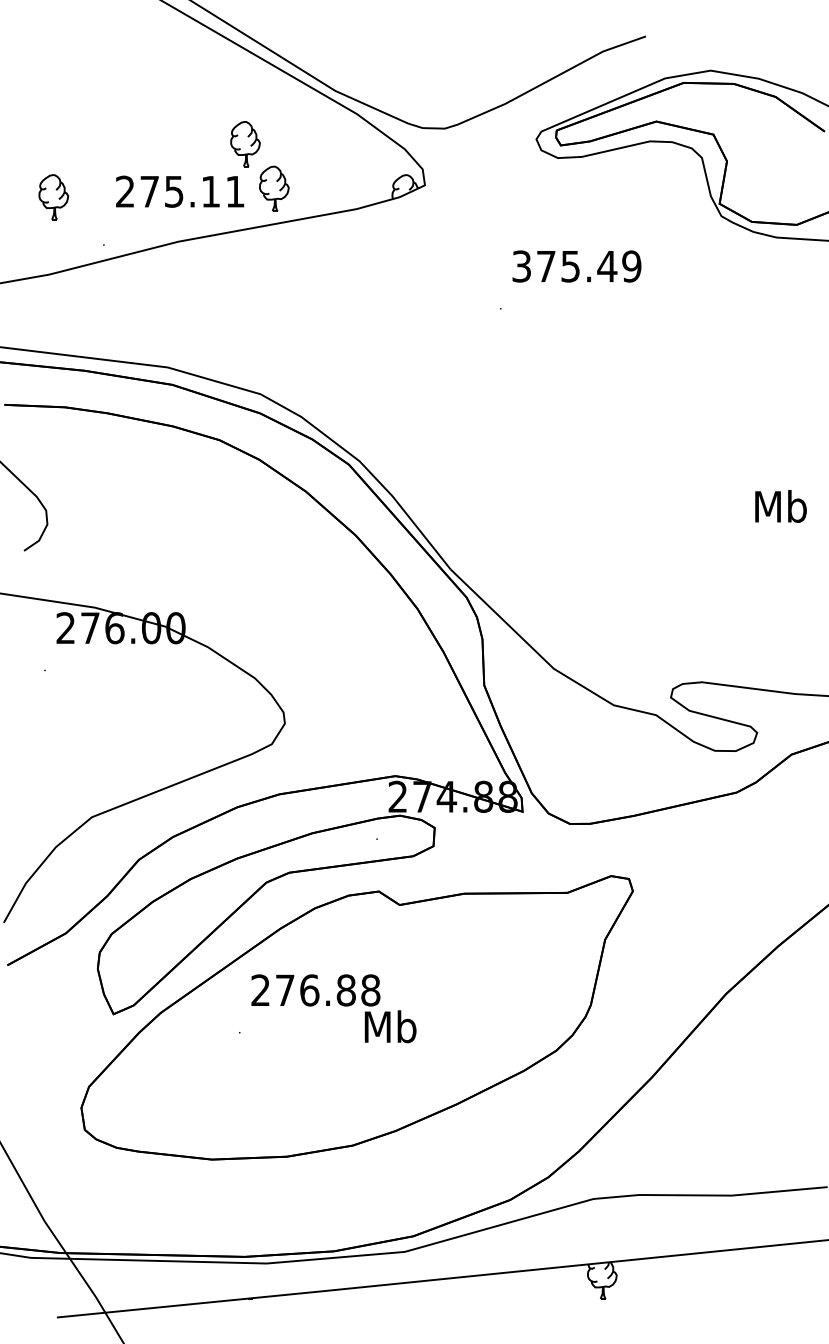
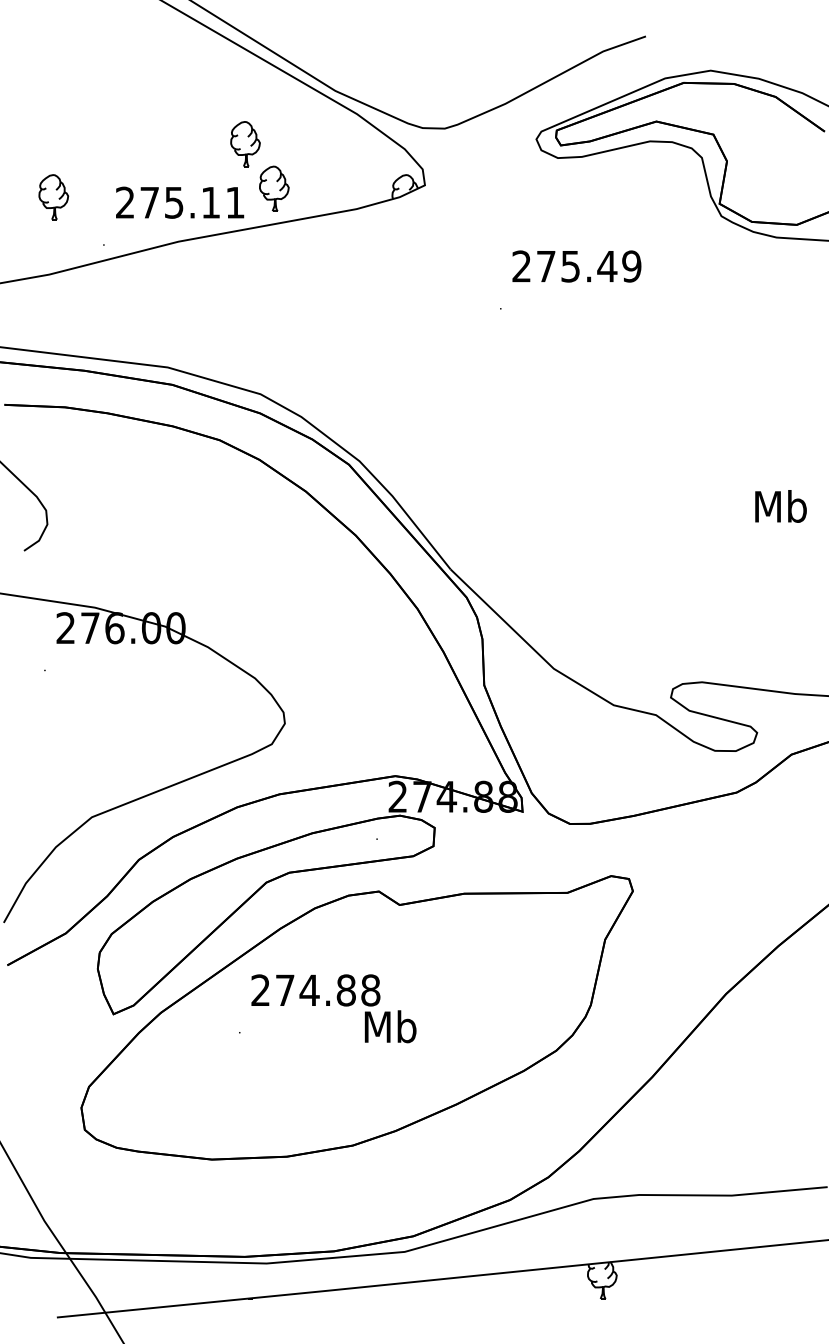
text at (180, 191) position: (180, 191) -> (180, 202)
text at (521, 266): 375.49 -> 275.49
text at (309, 990): 276.88 -> 274.88
